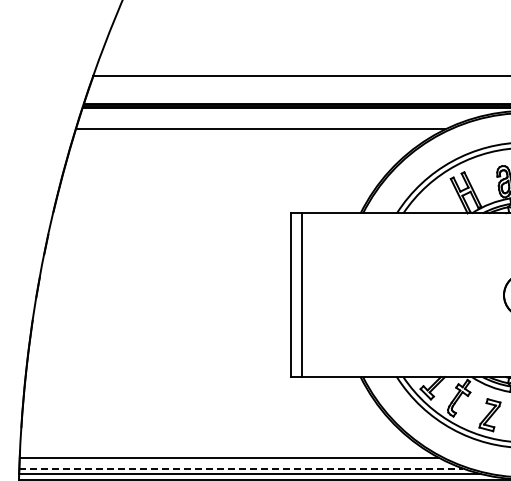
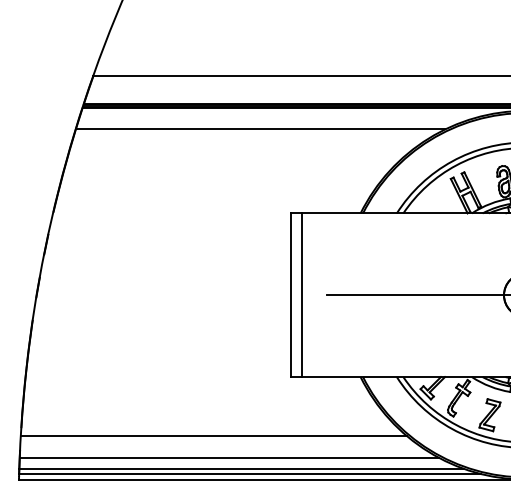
line at (417, 295): none -> present
line at (213, 435): none -> present
line at (241, 468): dashed -> solid
